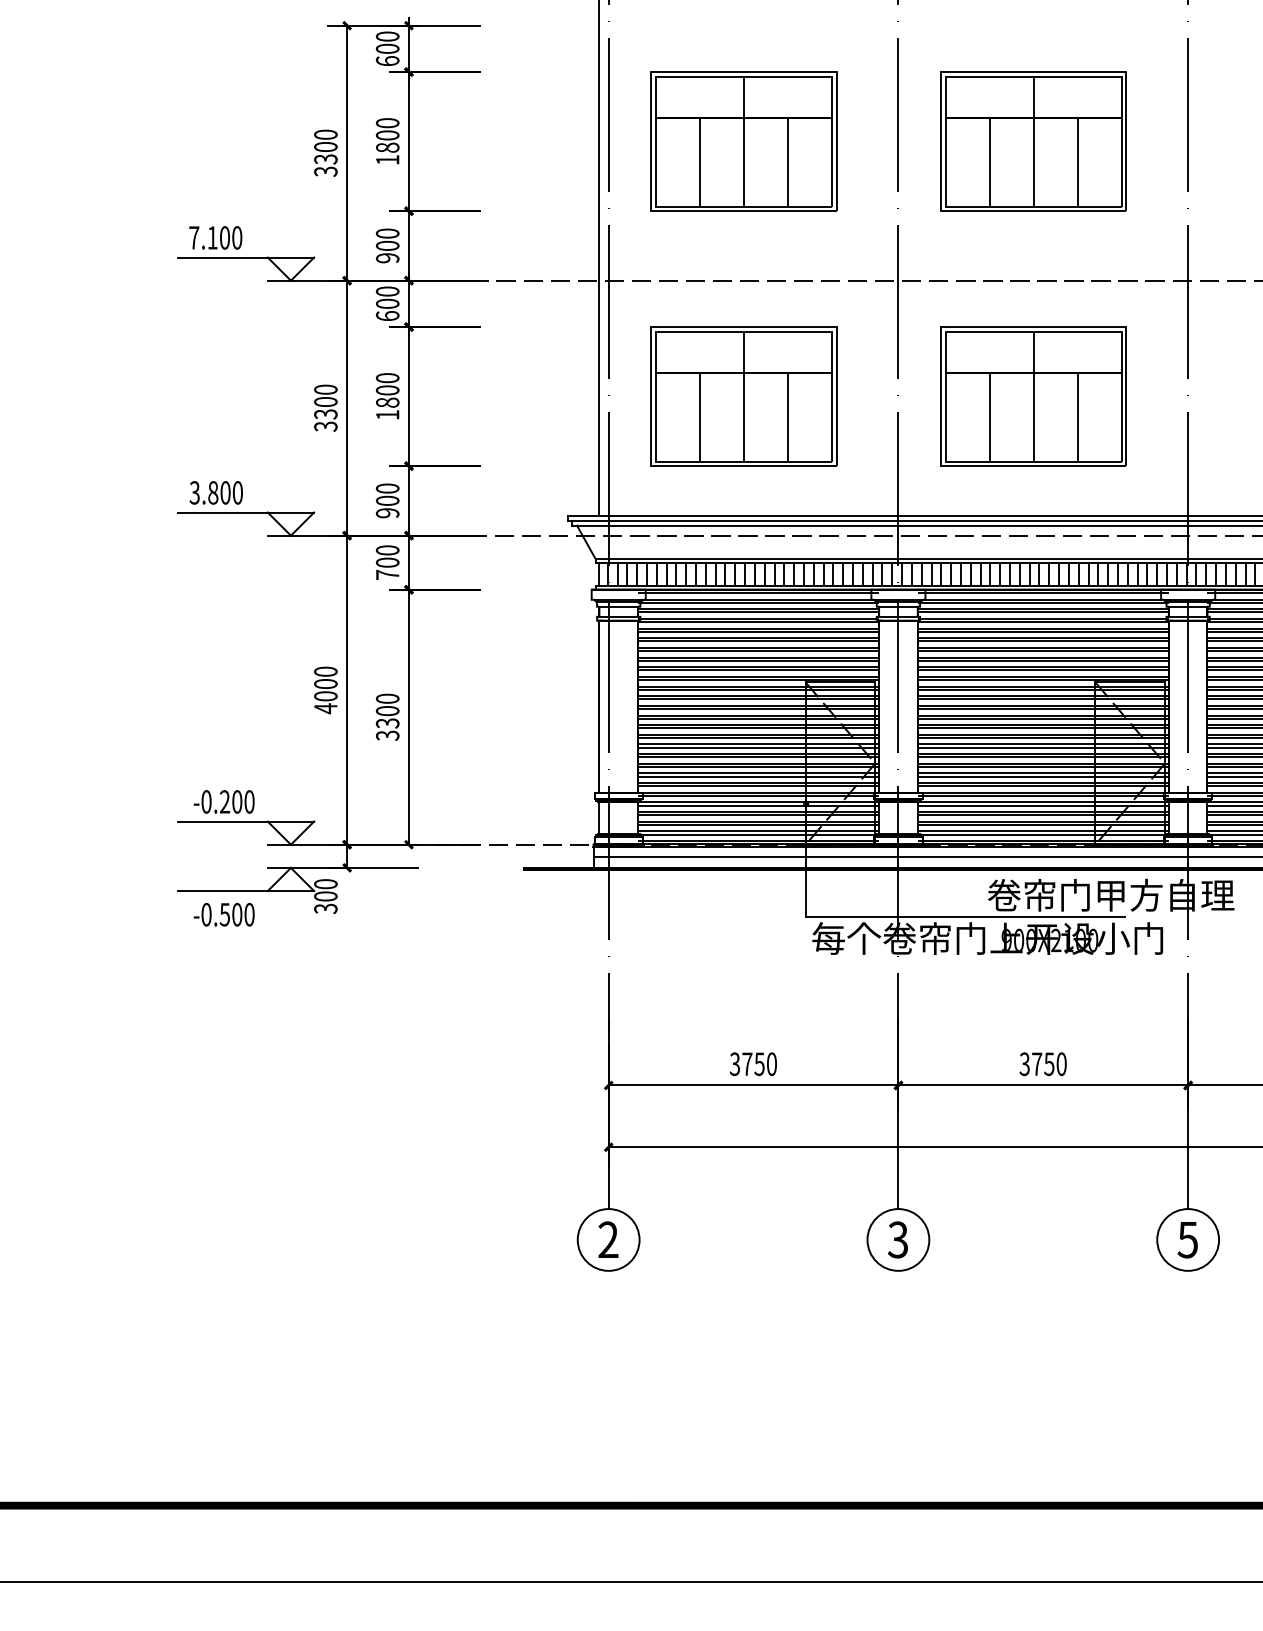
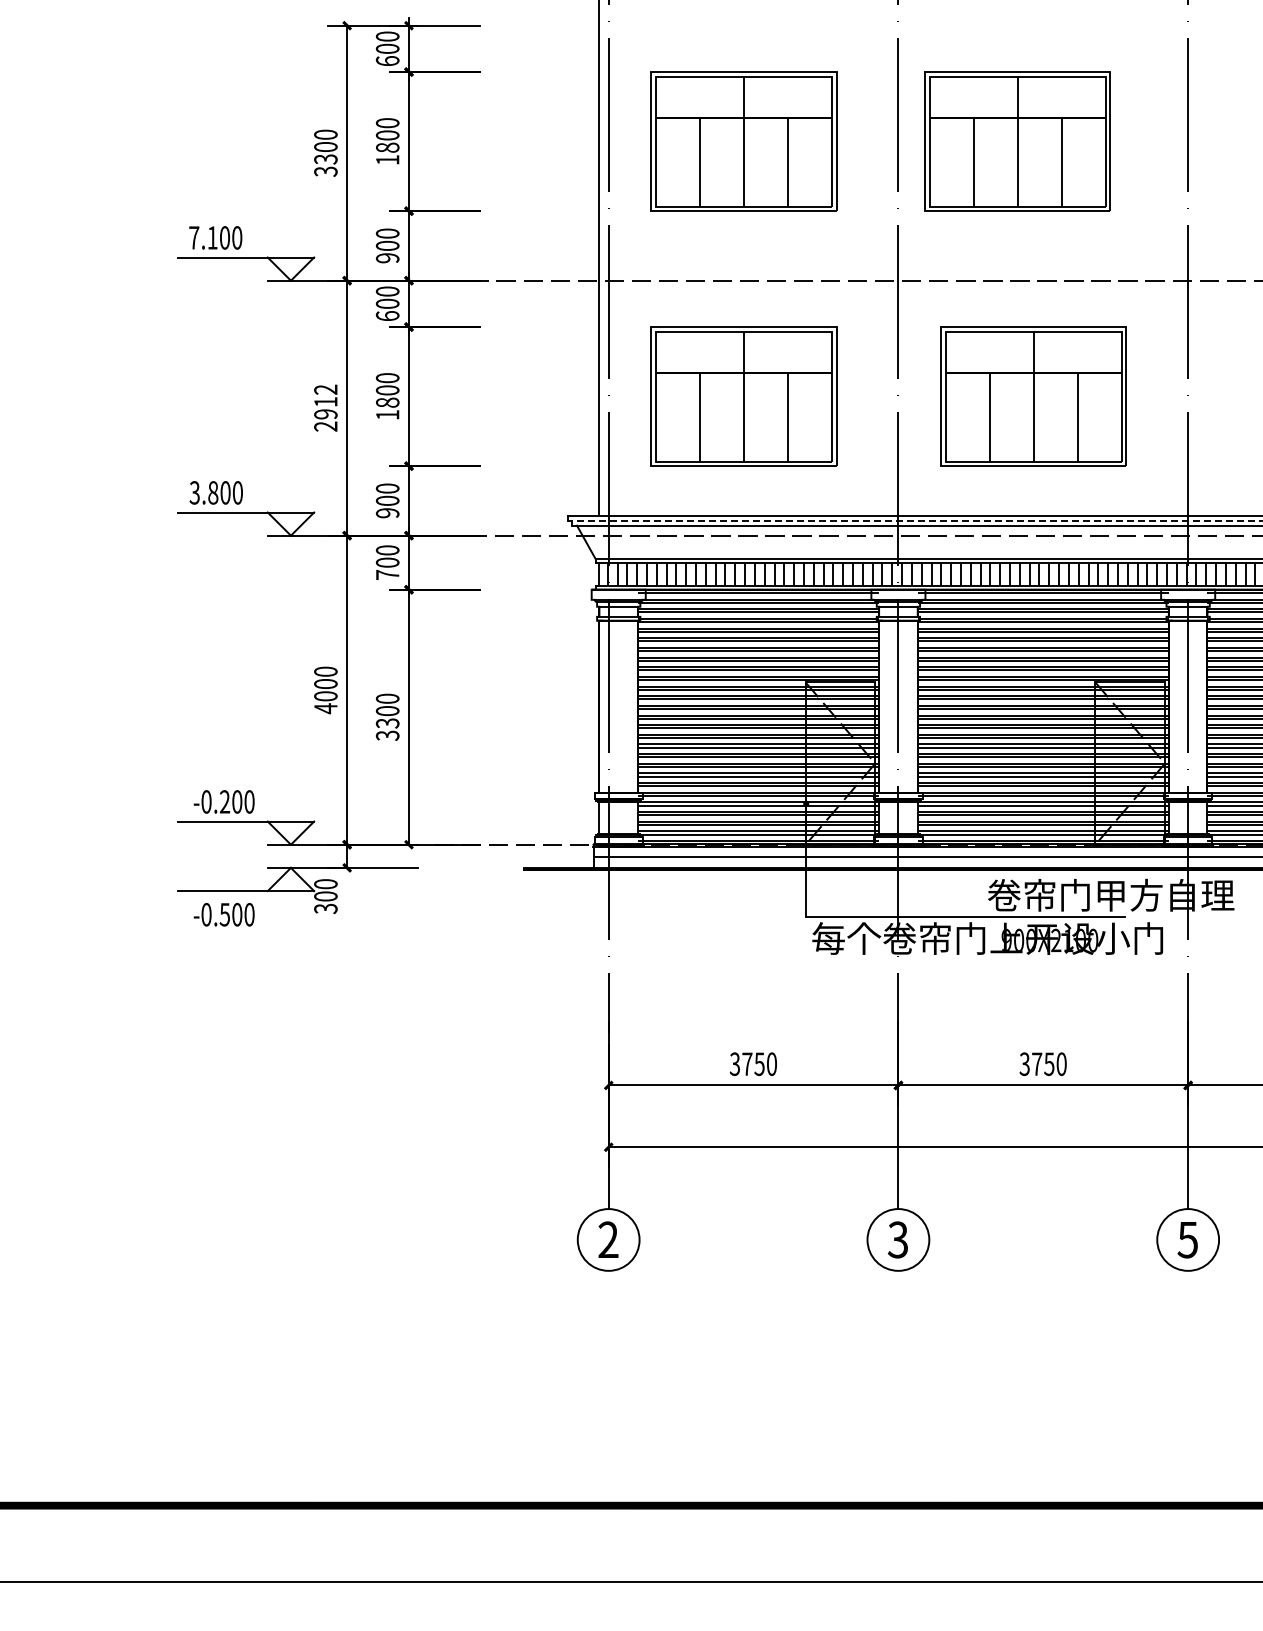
part at (1033, 141) position: (1033, 141) -> (1017, 141)
text at (325, 407): 3300 -> 2912
line at (914, 521): solid -> dashed
